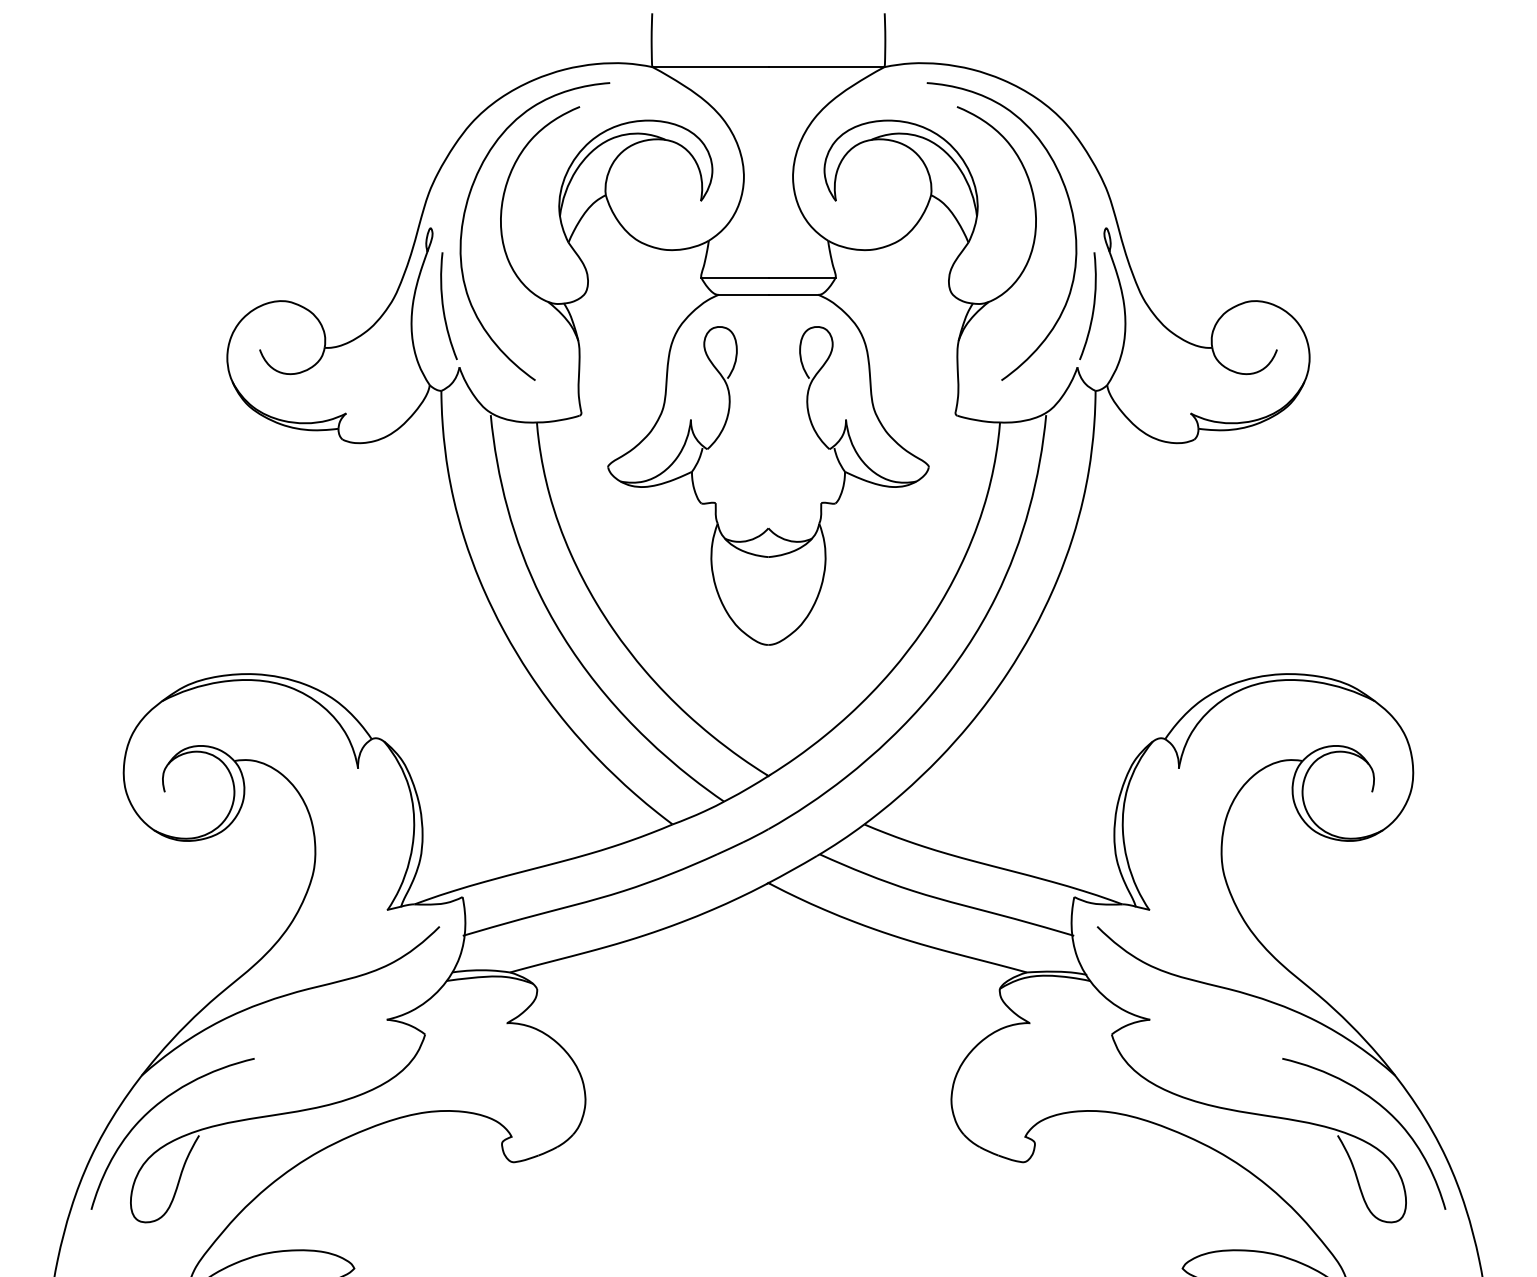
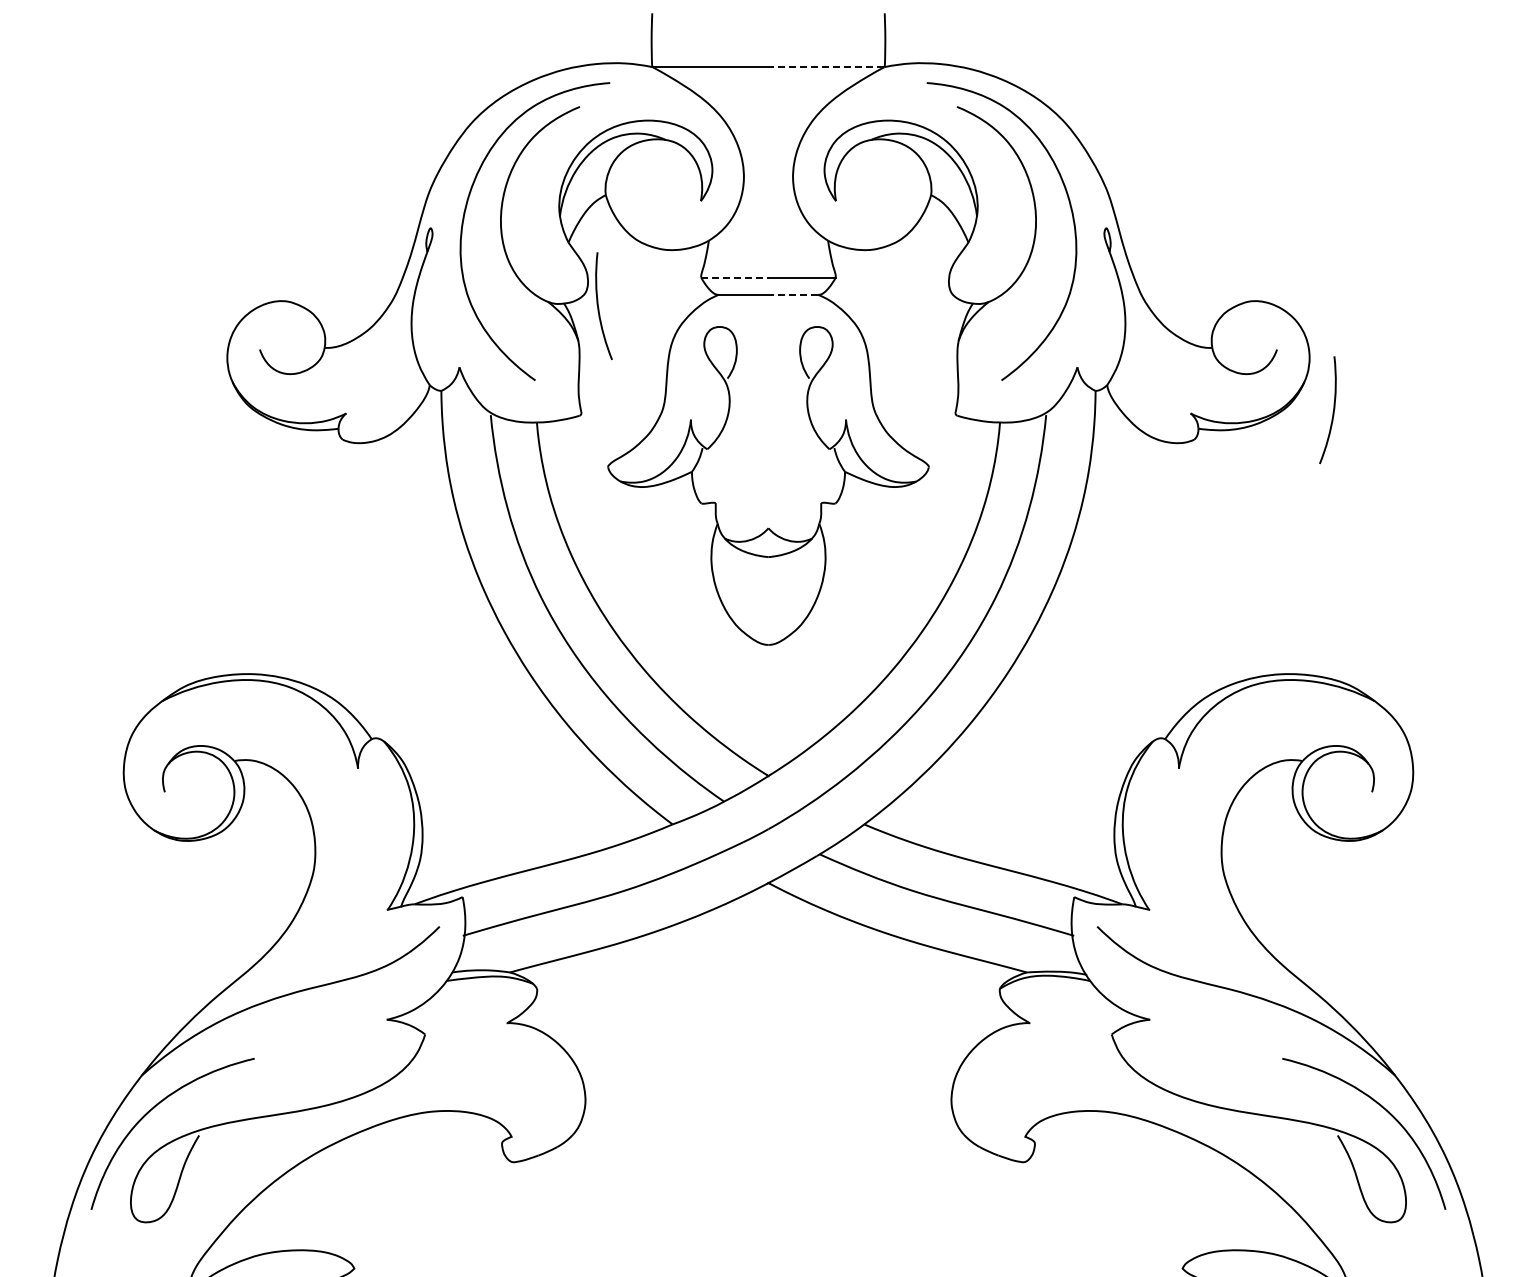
line at (826, 67): solid -> dashed
line at (734, 277): solid -> dashed
line at (793, 294): solid -> dashed
curve at (444, 308) position: (444, 308) -> (599, 308)
curve at (1092, 308) position: (1092, 308) -> (1332, 412)
